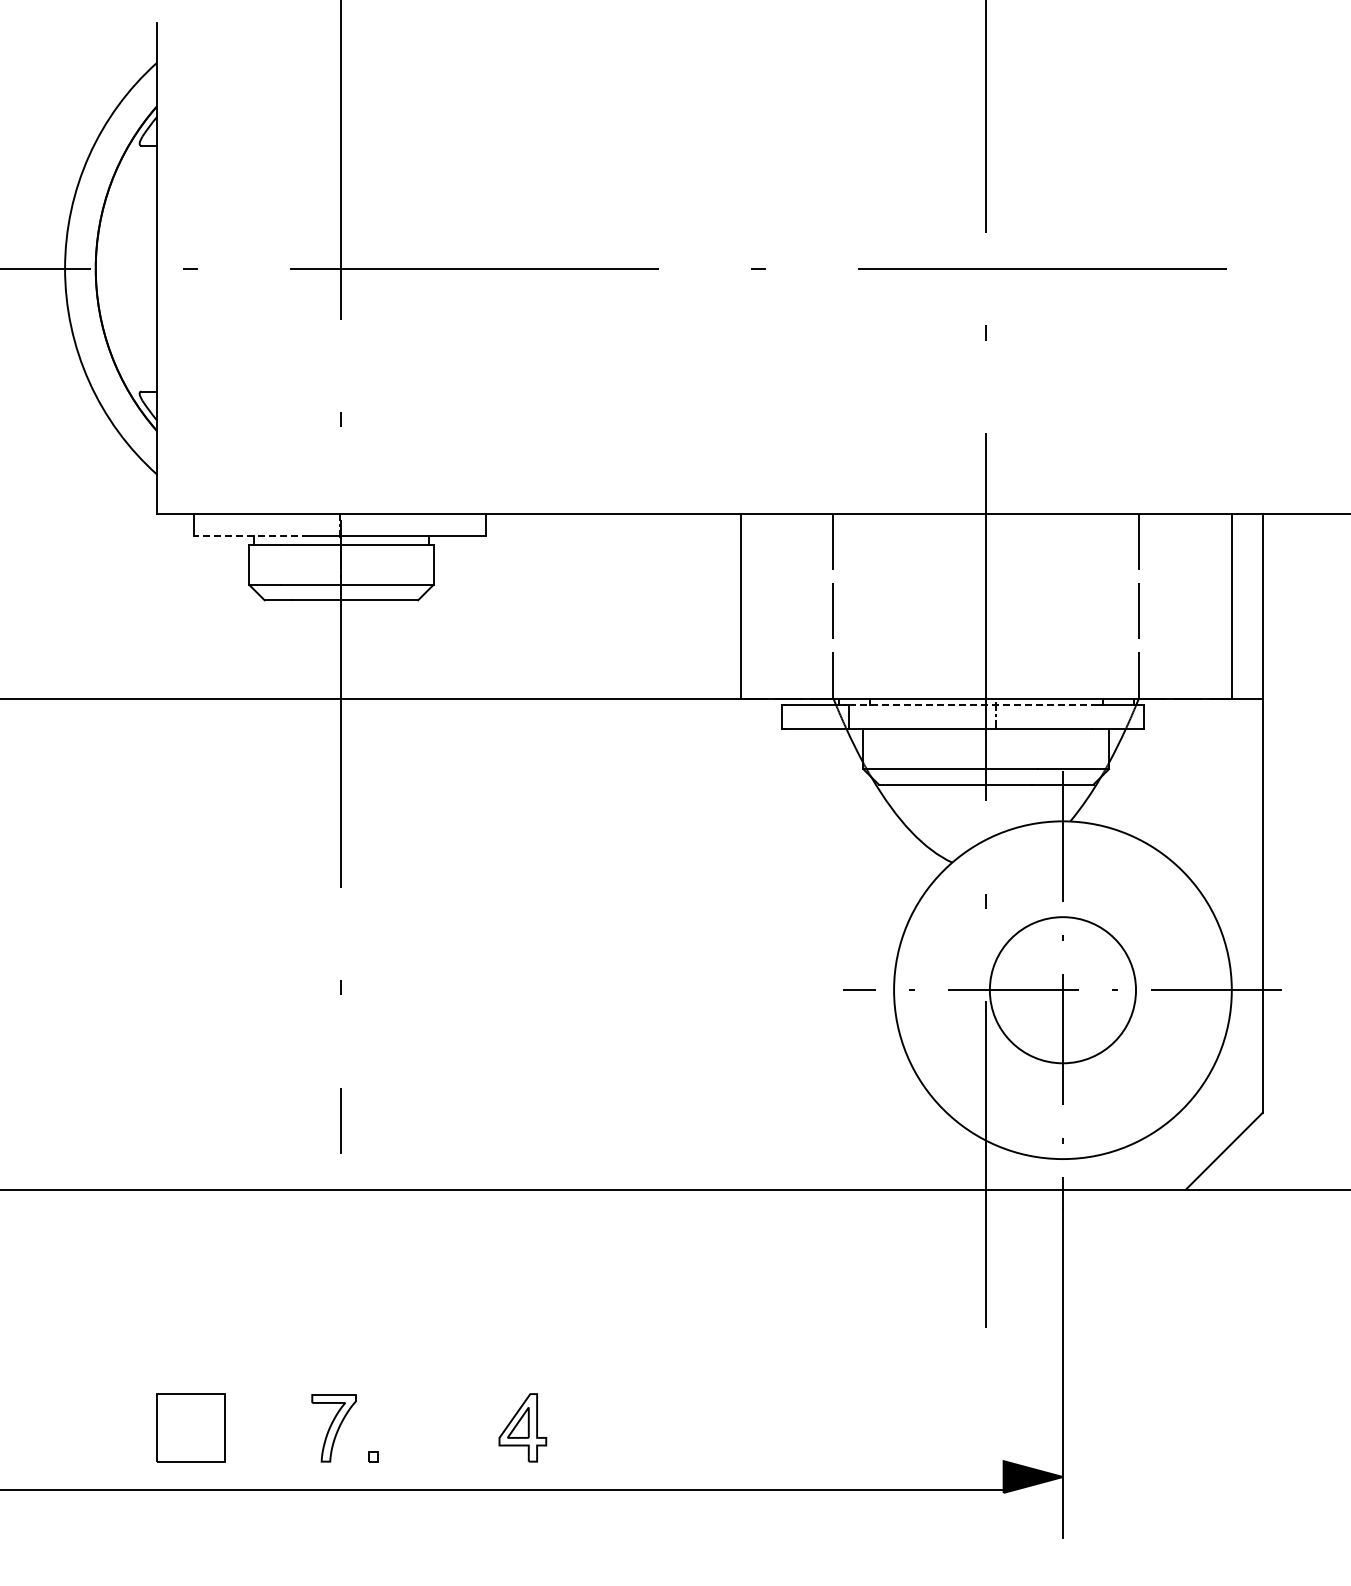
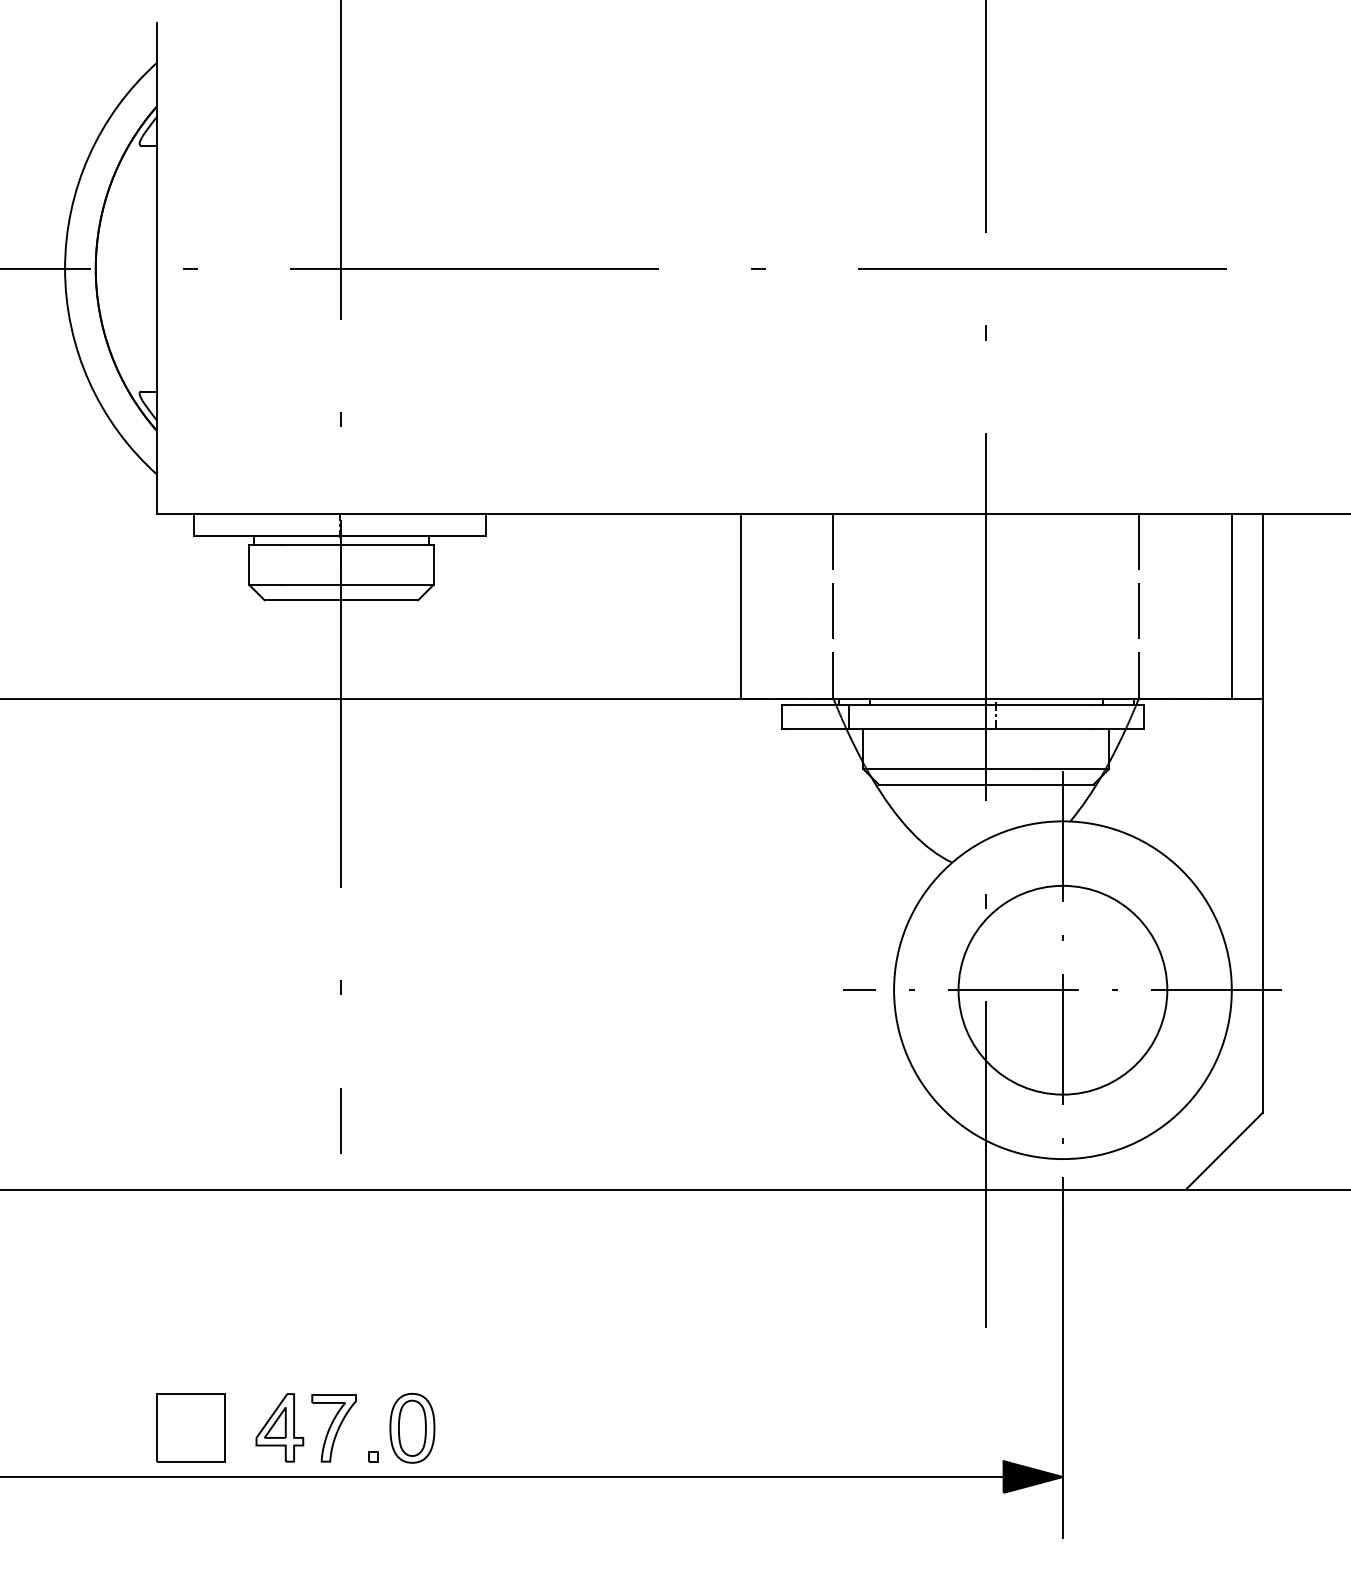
line at (251, 535): dashed -> solid
line at (970, 704): dashed -> solid
circle at (1062, 990) diameter: 146 px -> 209 px
part at (522, 1427) position: (522, 1427) -> (279, 1427)
part at (412, 1428): none -> present
line at (502, 1490) position: (502, 1490) -> (502, 1477)
